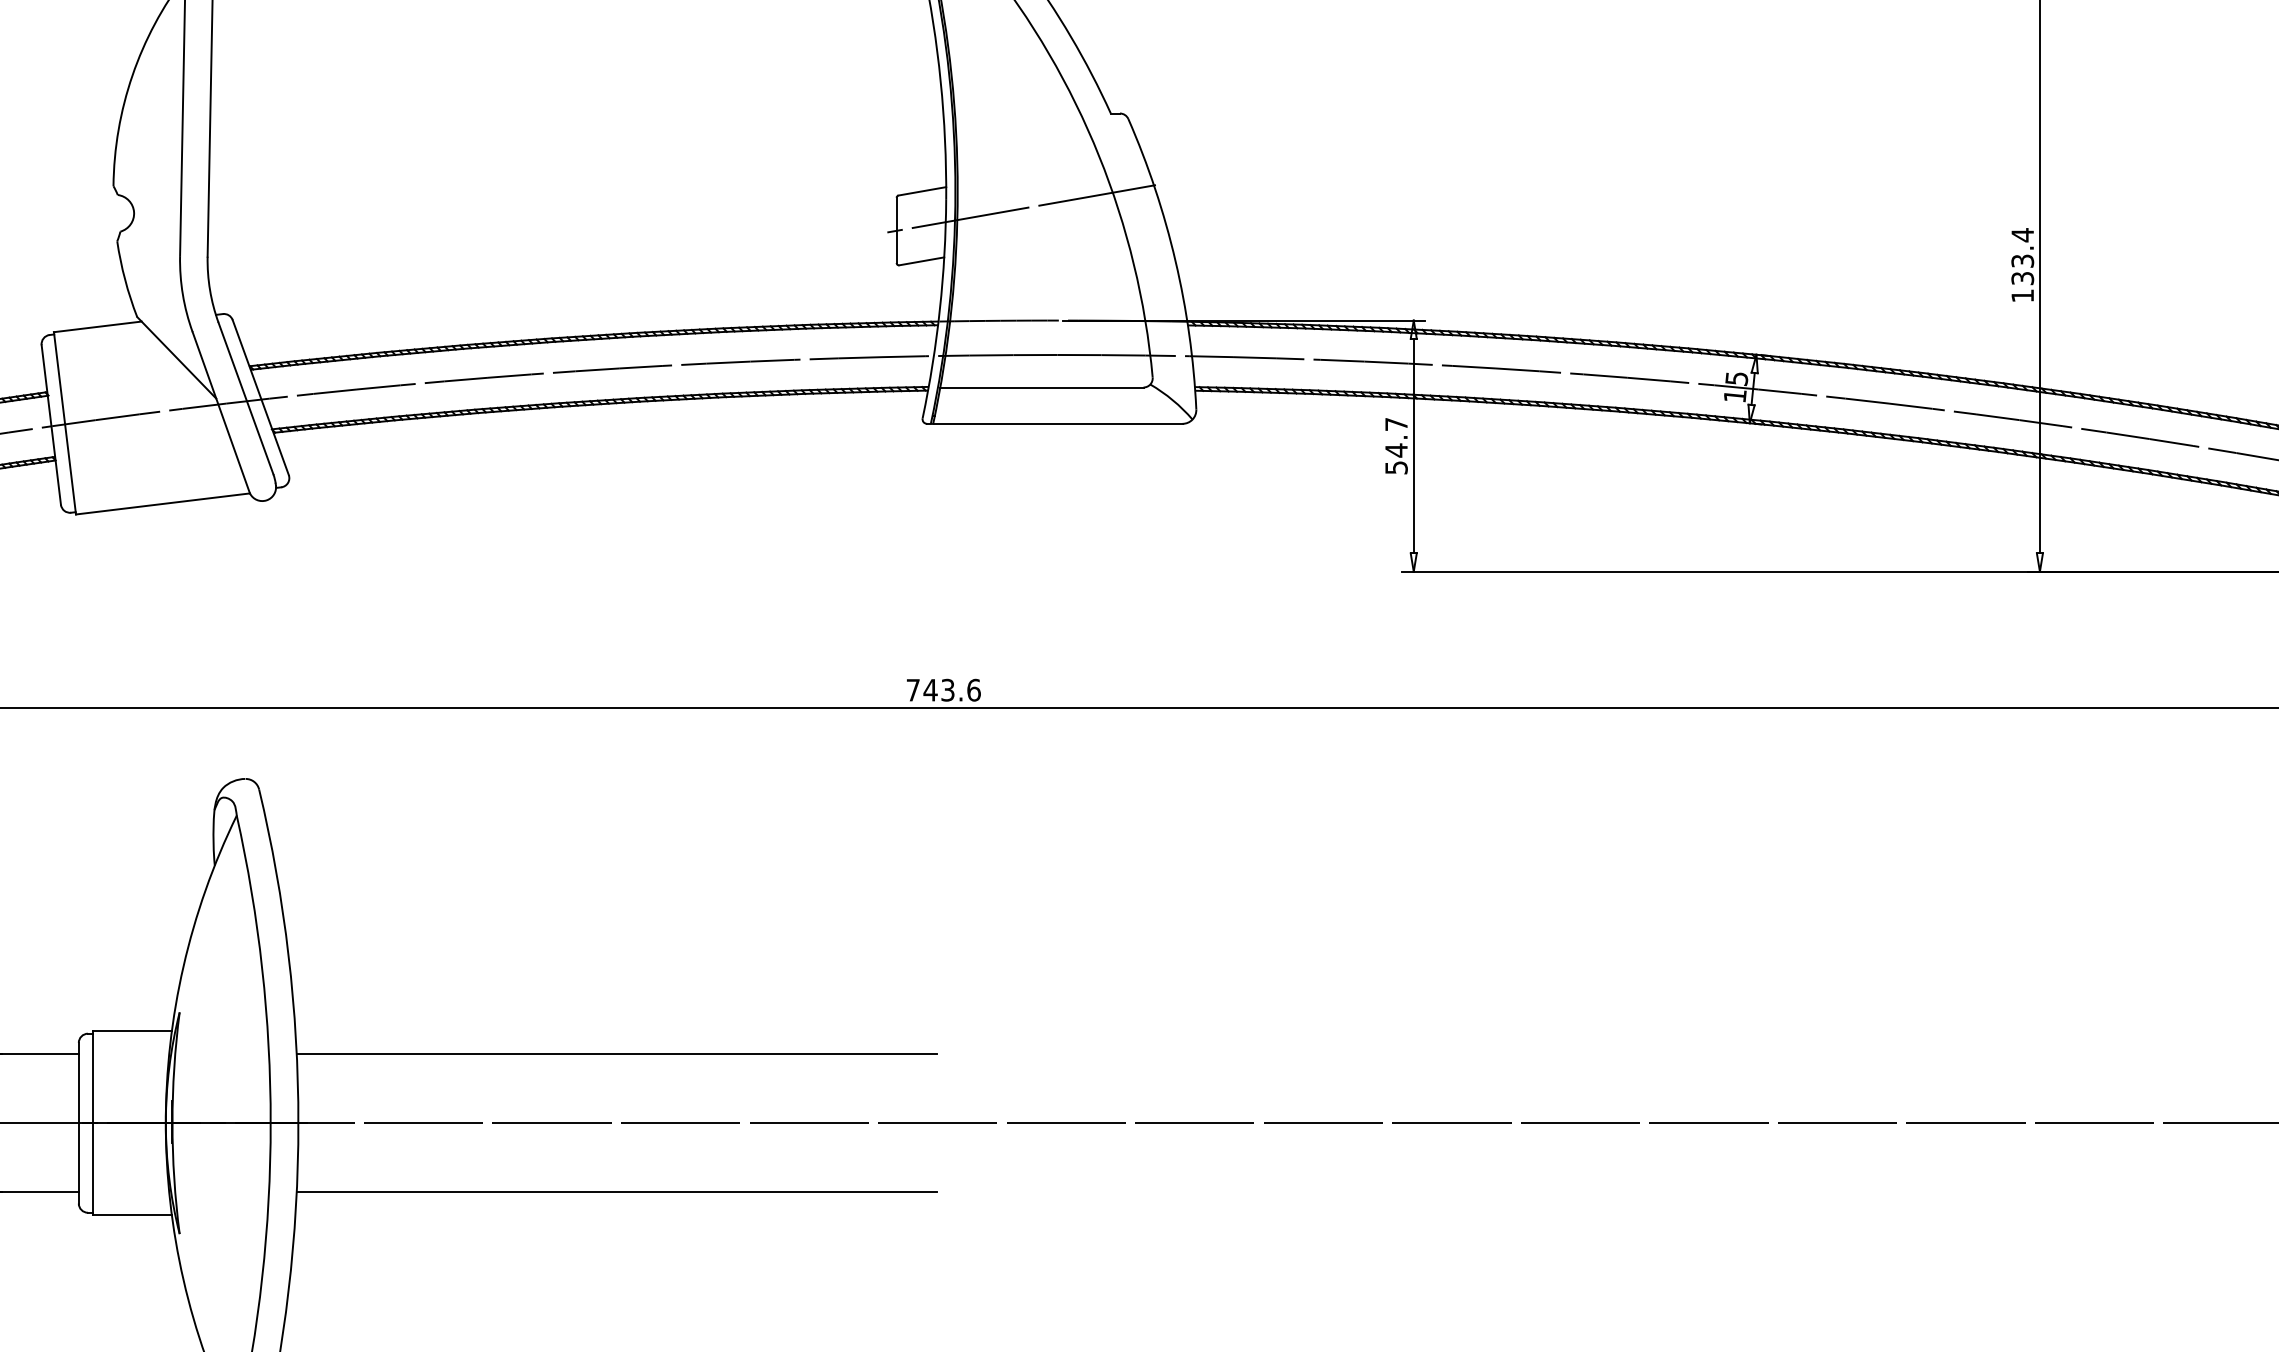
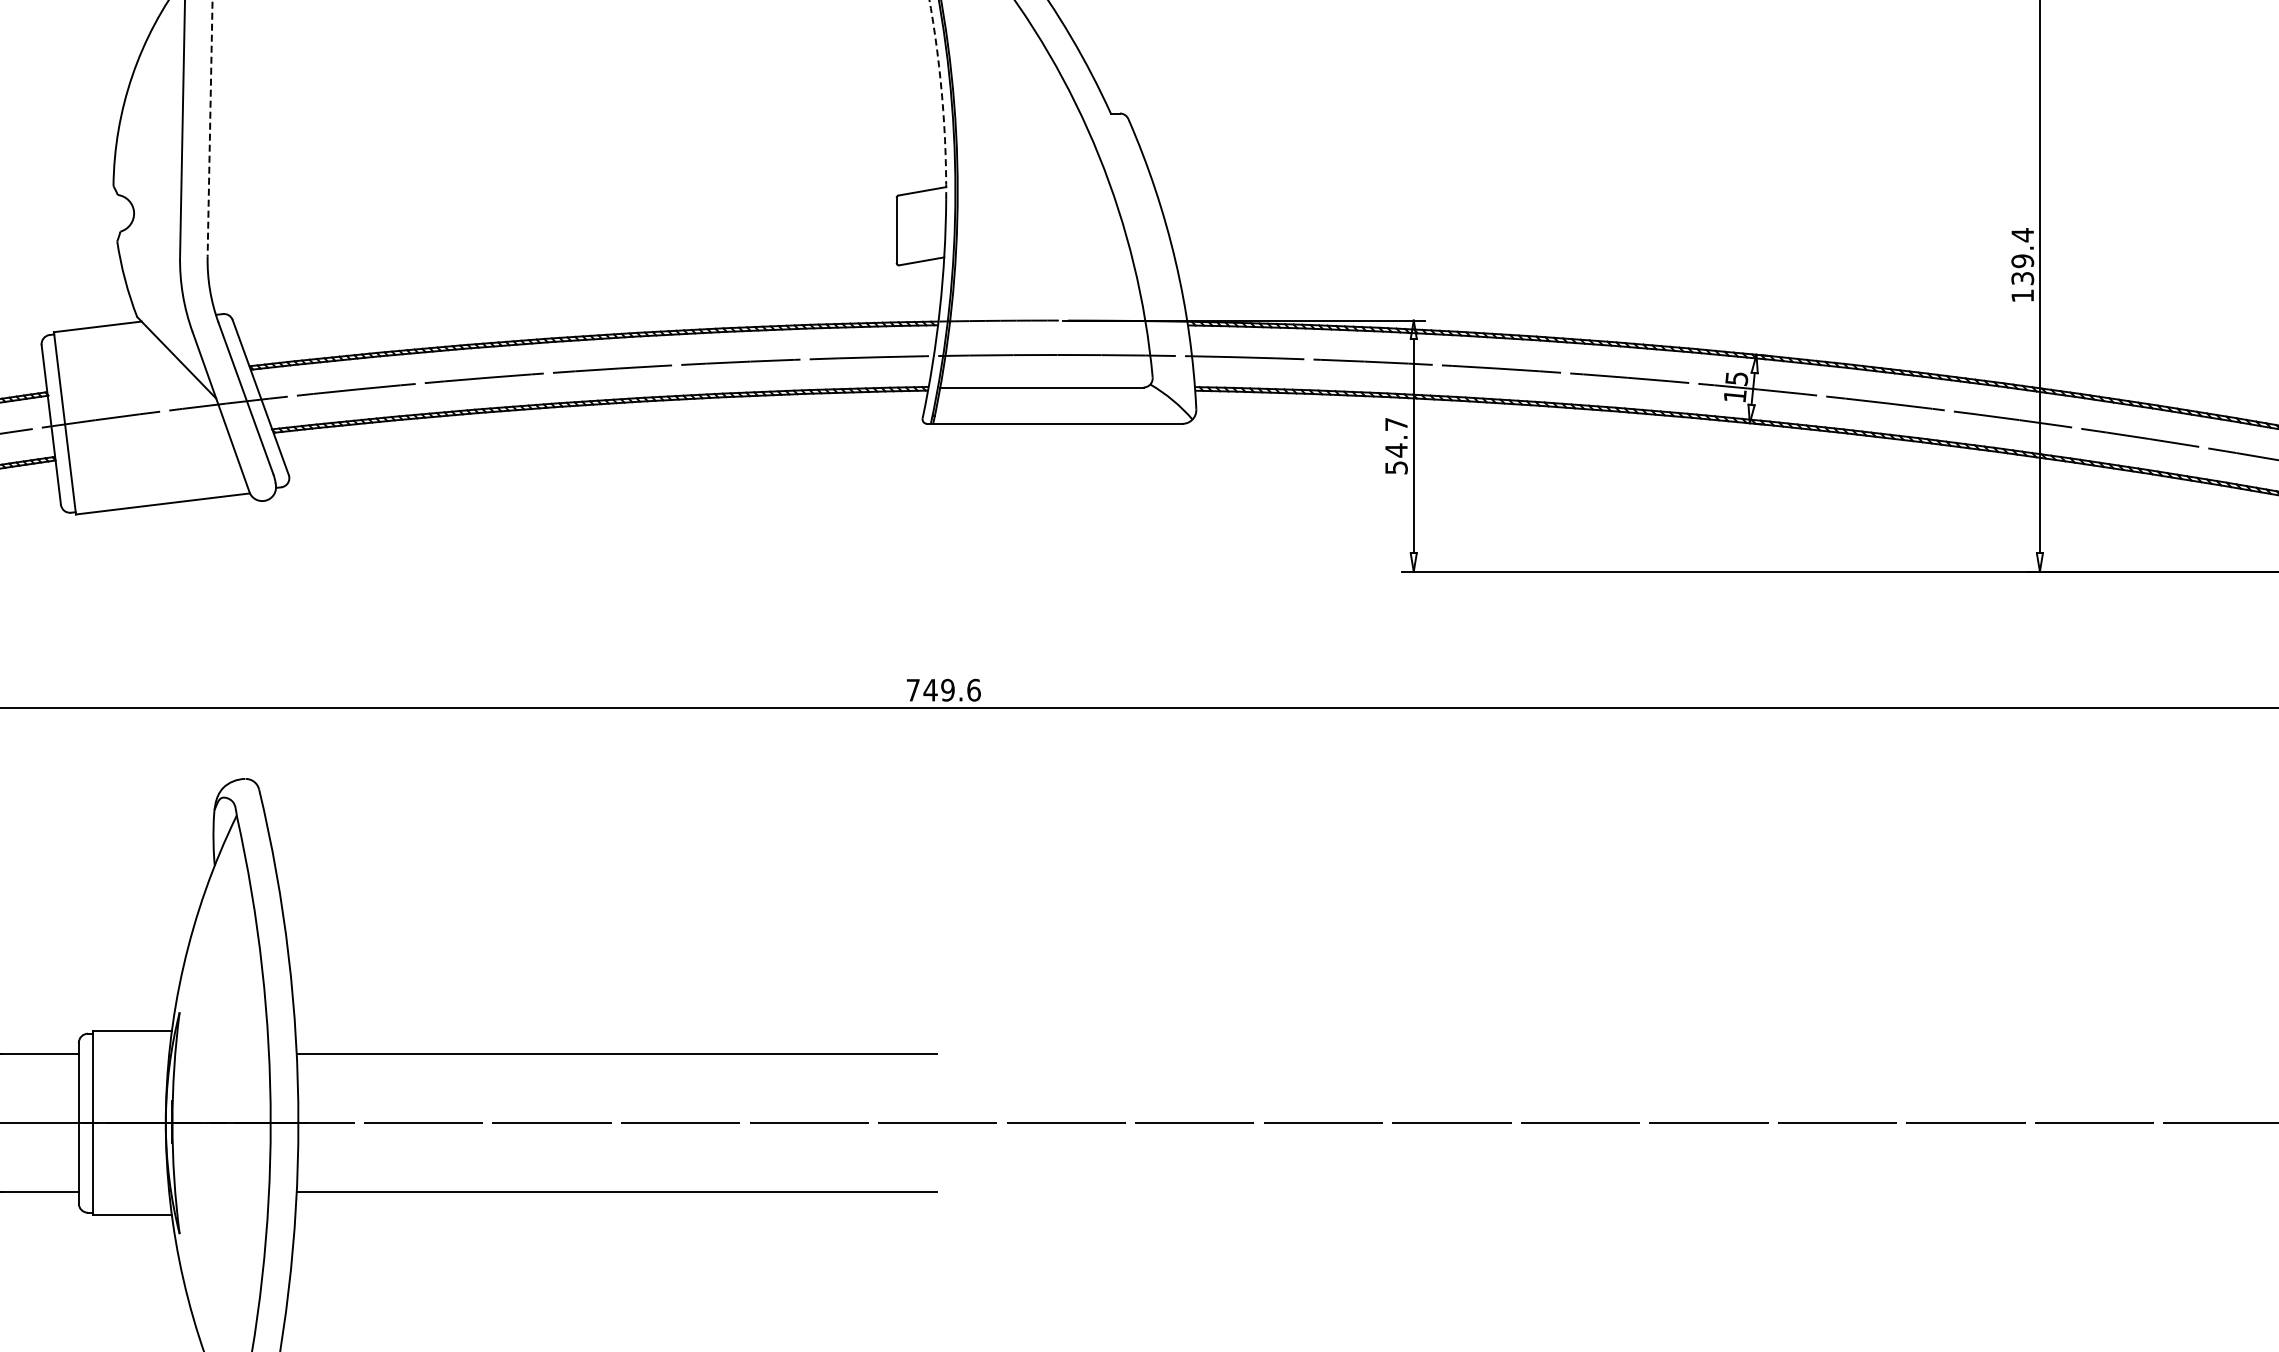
arc at (942, 98): solid -> dashed
line at (210, 129): solid -> dashed
line at (1021, 208): present -> none
text at (2022, 261): 133.4 -> 139.4
text at (947, 690): 743.6 -> 749.6
